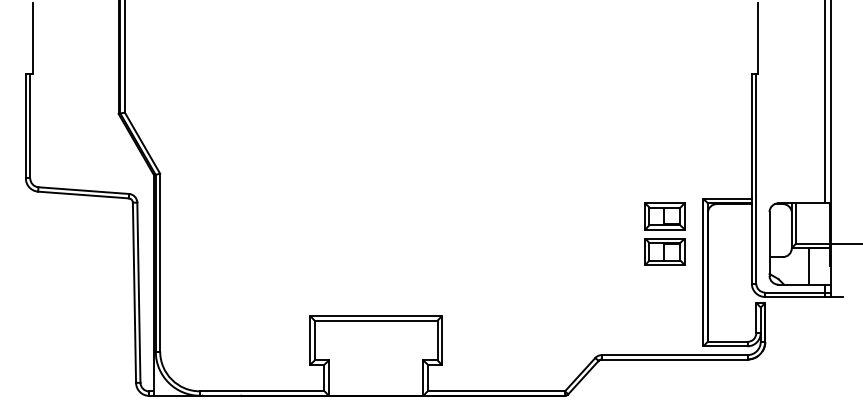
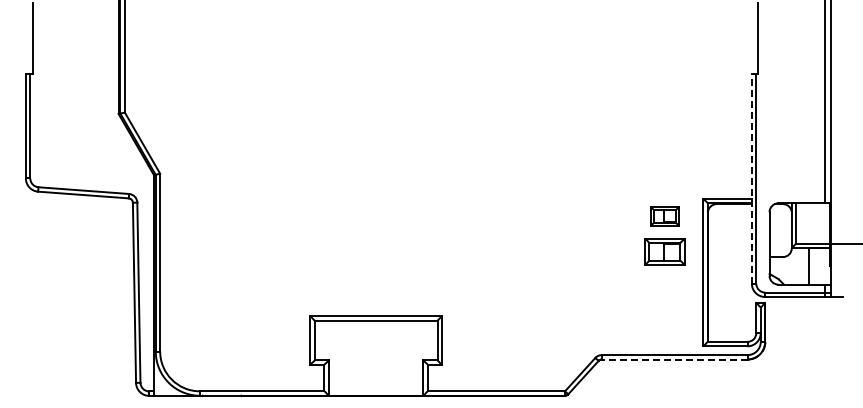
line at (751, 179): solid -> dashed
part at (664, 216) size: 42x29 px -> 30x21 px
line at (674, 359): solid -> dashed
